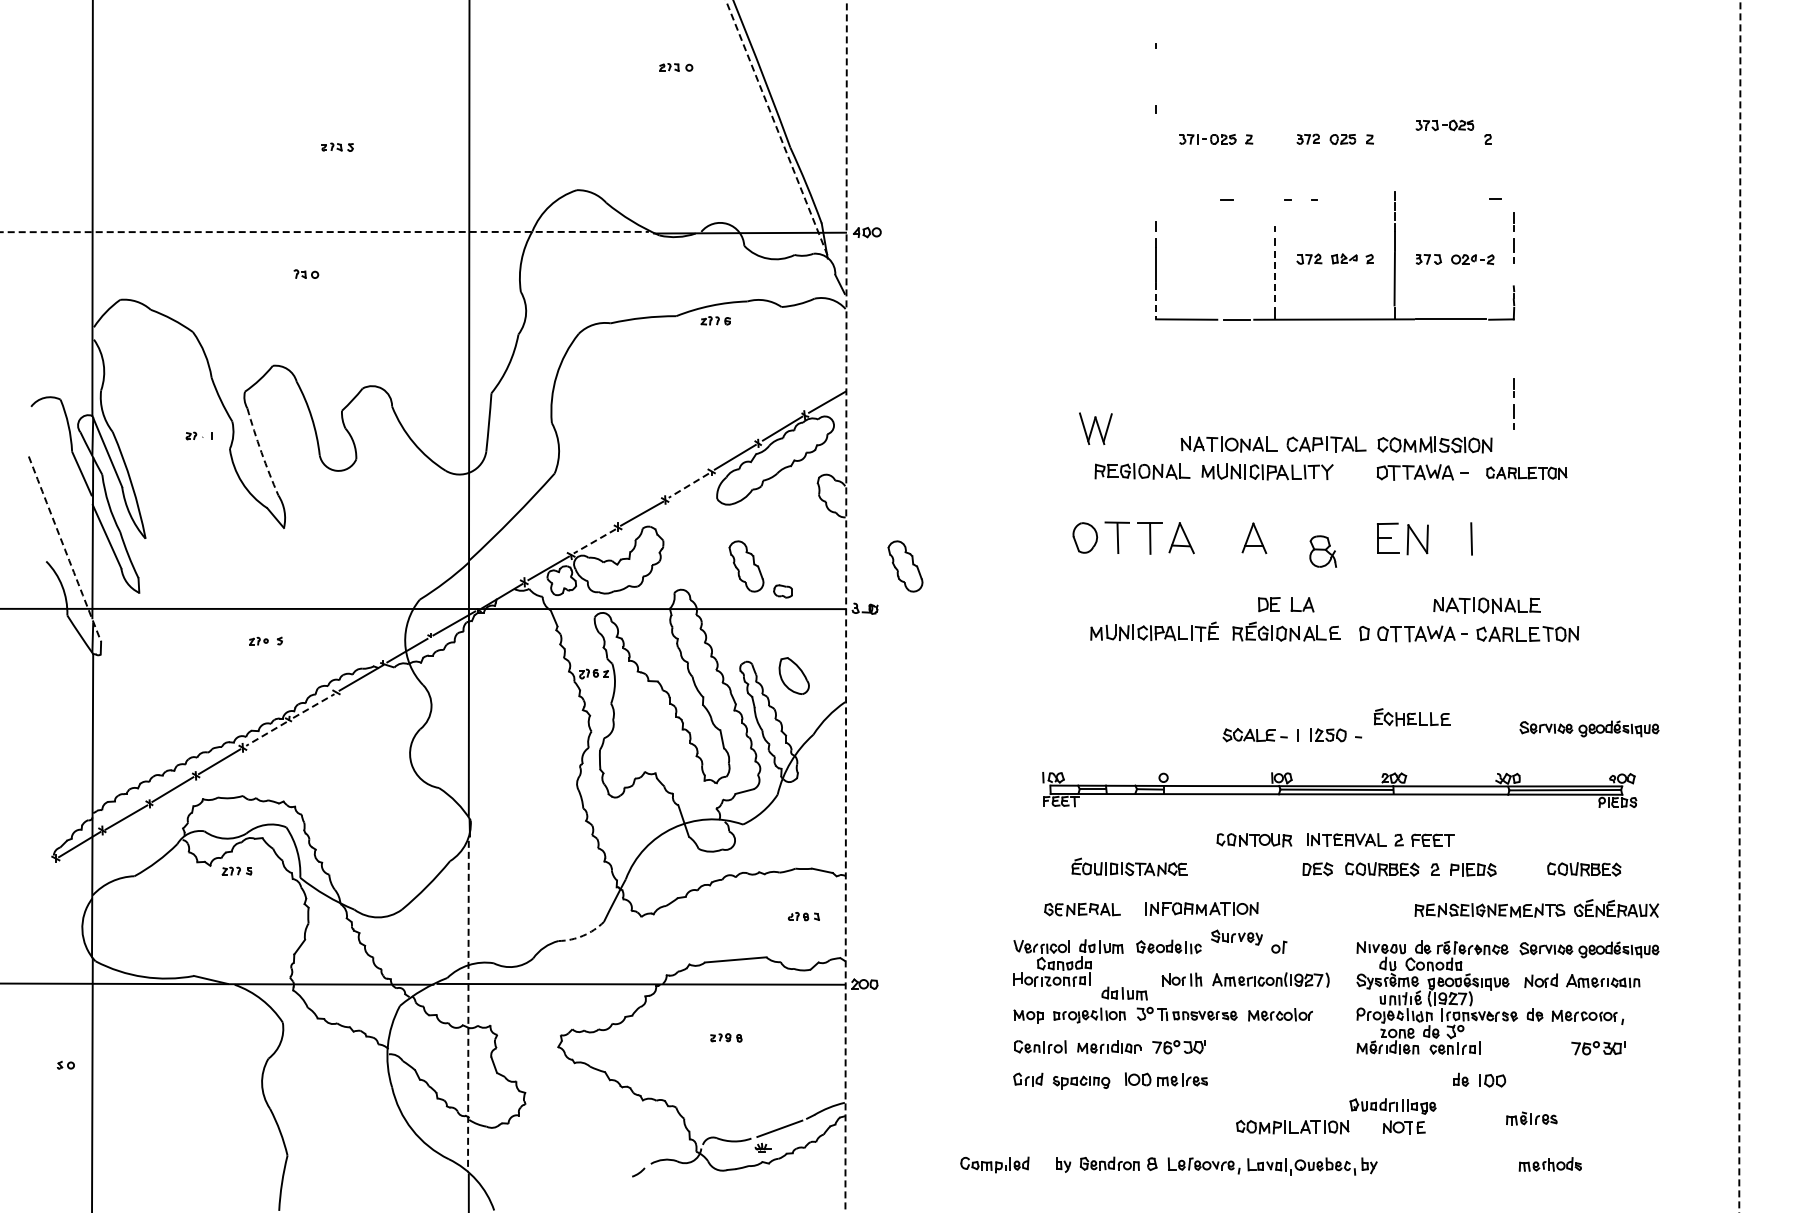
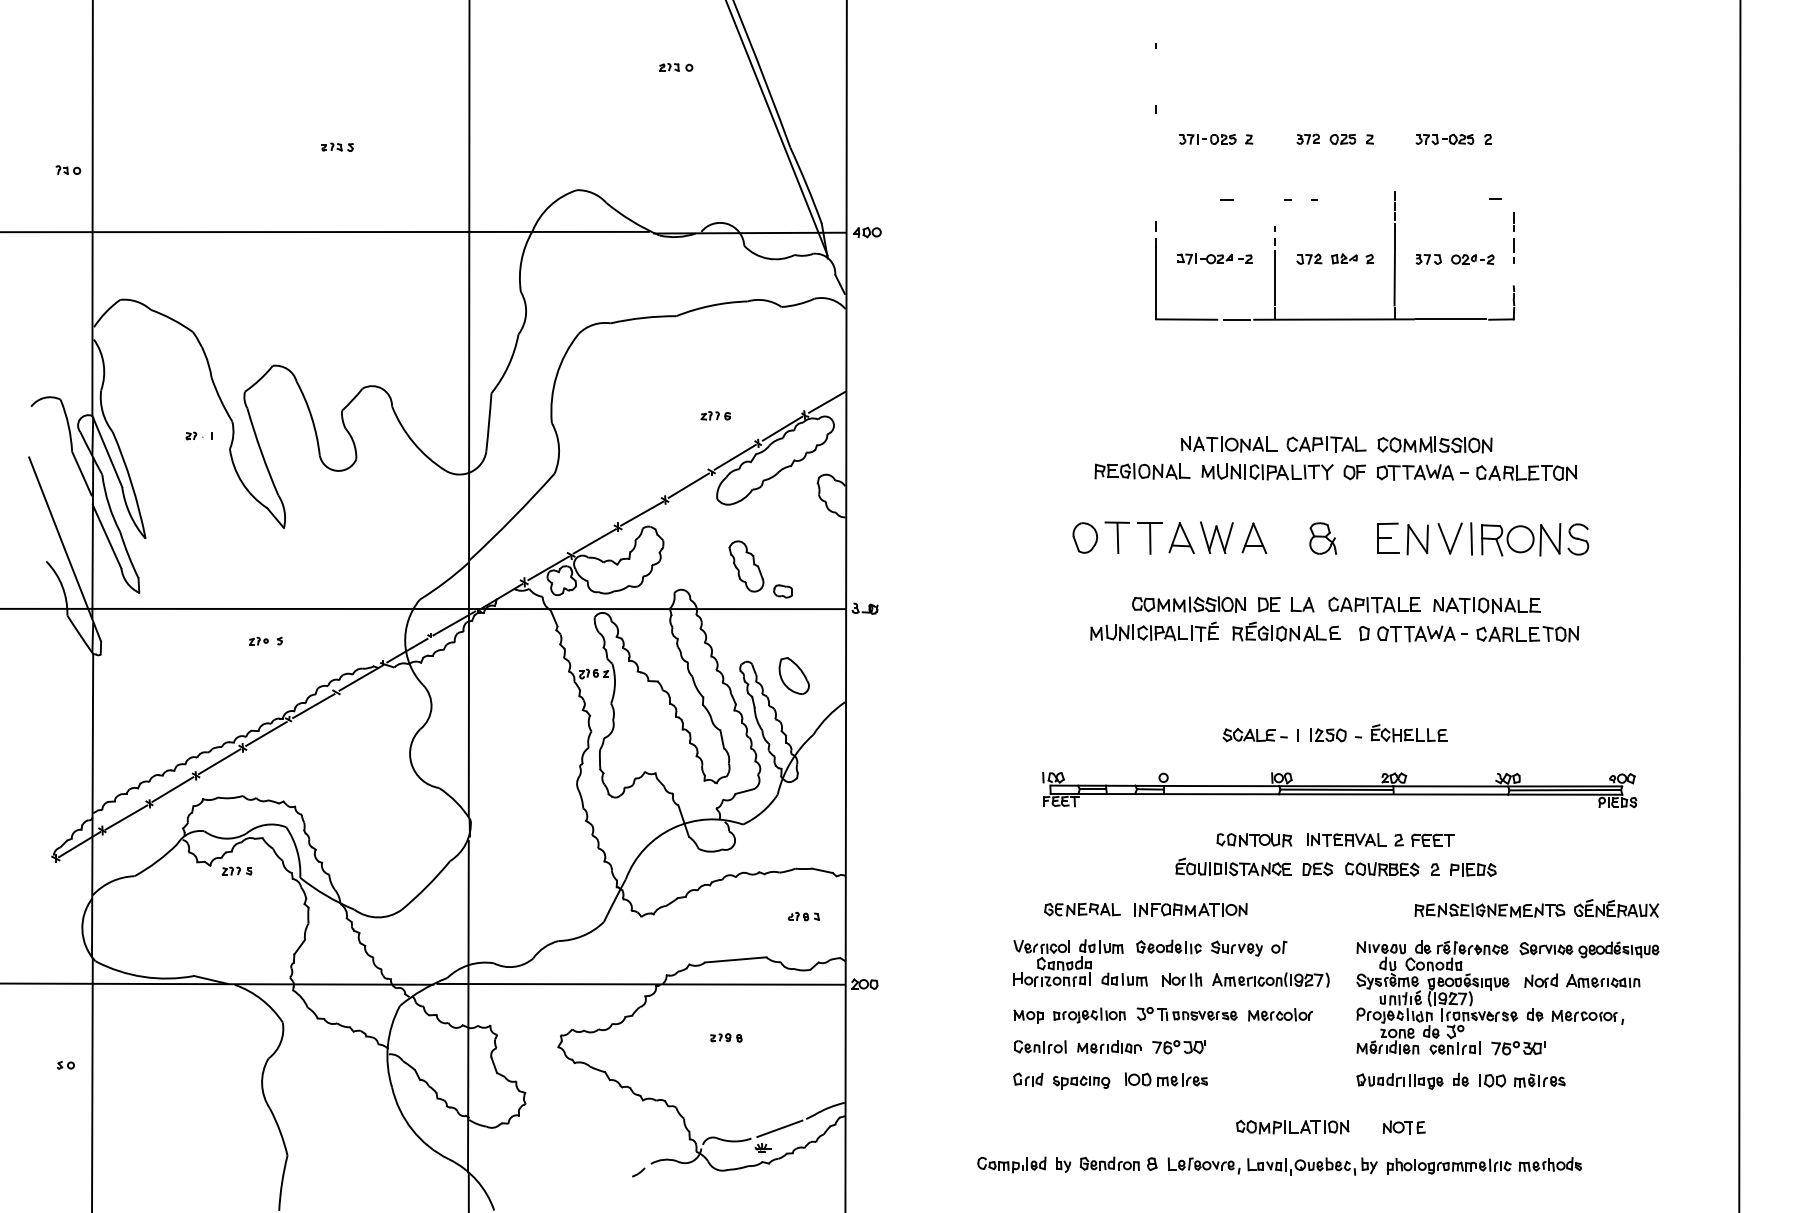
part at (1444, 125) position: (1444, 125) -> (1444, 139)
line at (777, 128): dashed -> solid
line at (325, 232): dashed -> solid
part at (1214, 258): none -> present
part at (306, 273) position: (306, 273) -> (68, 169)
line at (1274, 278): dashed -> solid
line at (1156, 301): dashed -> solid
part at (715, 320) position: (715, 320) -> (715, 415)
line at (1513, 404): present -> none
part at (1095, 428) position: (1095, 428) -> (1216, 537)
arc at (261, 452): dashed -> solid
part at (1354, 472): none -> present
part at (1526, 472) size: 82x14 px -> 102x16 px
line at (688, 485): dashed -> solid
part at (1449, 538): none -> present
part at (1535, 539): none -> present
line at (594, 541): dashed -> solid
arc at (64, 549): dashed -> solid
part at (1323, 551) position: (1323, 551) -> (1323, 538)
part at (905, 566): present -> none
part at (1188, 604): none -> present
part at (1374, 604): none -> present
line at (846, 606): dashed -> solid
line at (1739, 607): dashed -> solid
line at (313, 706): dashed -> solid
part at (1411, 717) position: (1411, 717) -> (1408, 733)
part at (1589, 728): present -> none
line at (266, 733): dashed -> solid
part at (1129, 866) position: (1129, 866) -> (1233, 866)
part at (1584, 869): present -> none
part at (1201, 908) position: (1201, 908) -> (1190, 909)
arc at (583, 935): dashed -> solid
part at (1236, 937) position: (1236, 937) -> (1236, 948)
part at (1124, 993) position: (1124, 993) -> (1124, 979)
line at (468, 1006): dashed -> solid
part at (1598, 1048) position: (1598, 1048) -> (1518, 1048)
part at (1392, 1106) position: (1392, 1106) -> (1399, 1081)
part at (1531, 1118) position: (1531, 1118) -> (1539, 1080)
part at (994, 1164) position: (994, 1164) -> (1011, 1164)
part at (1448, 1166): none -> present
